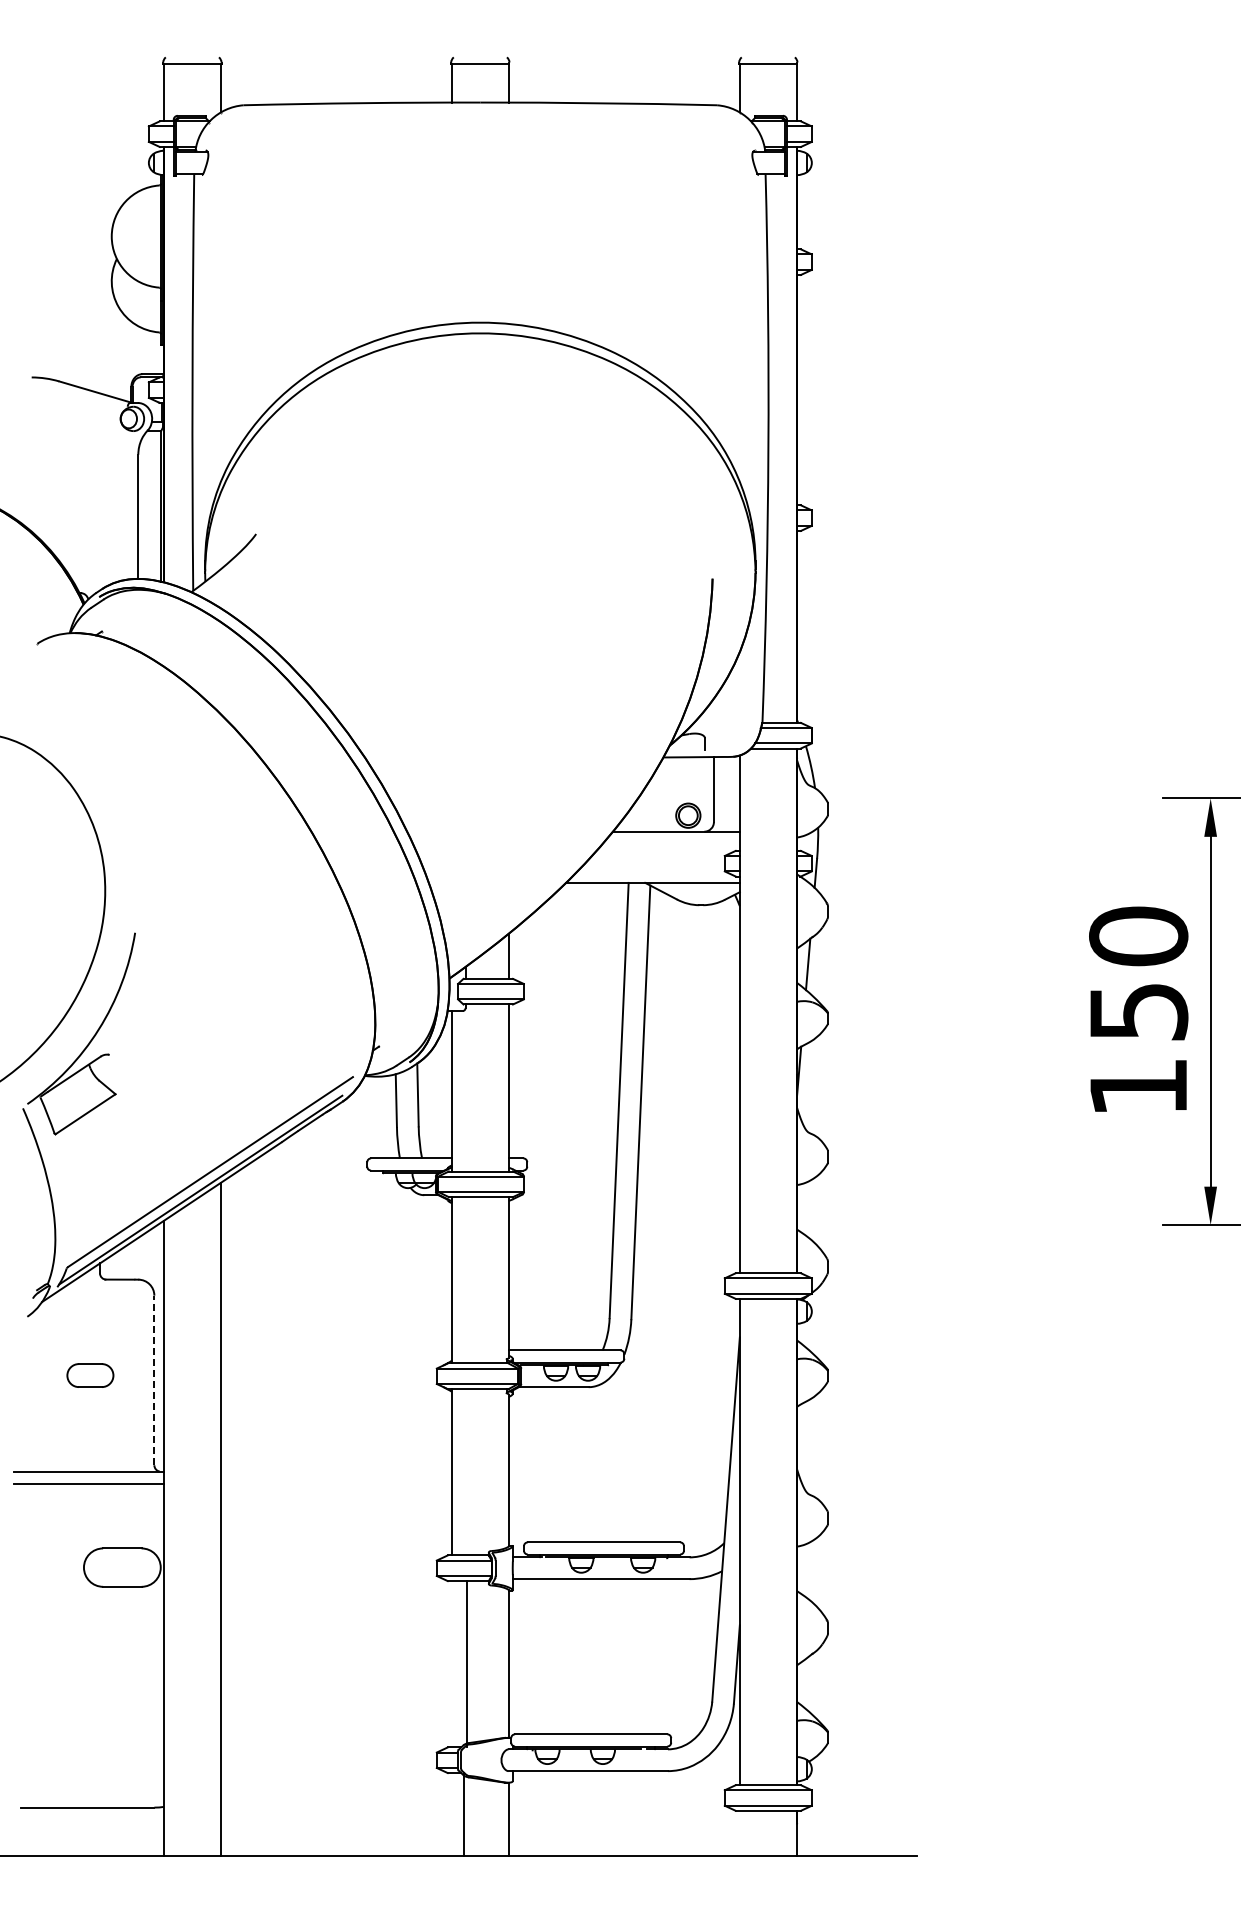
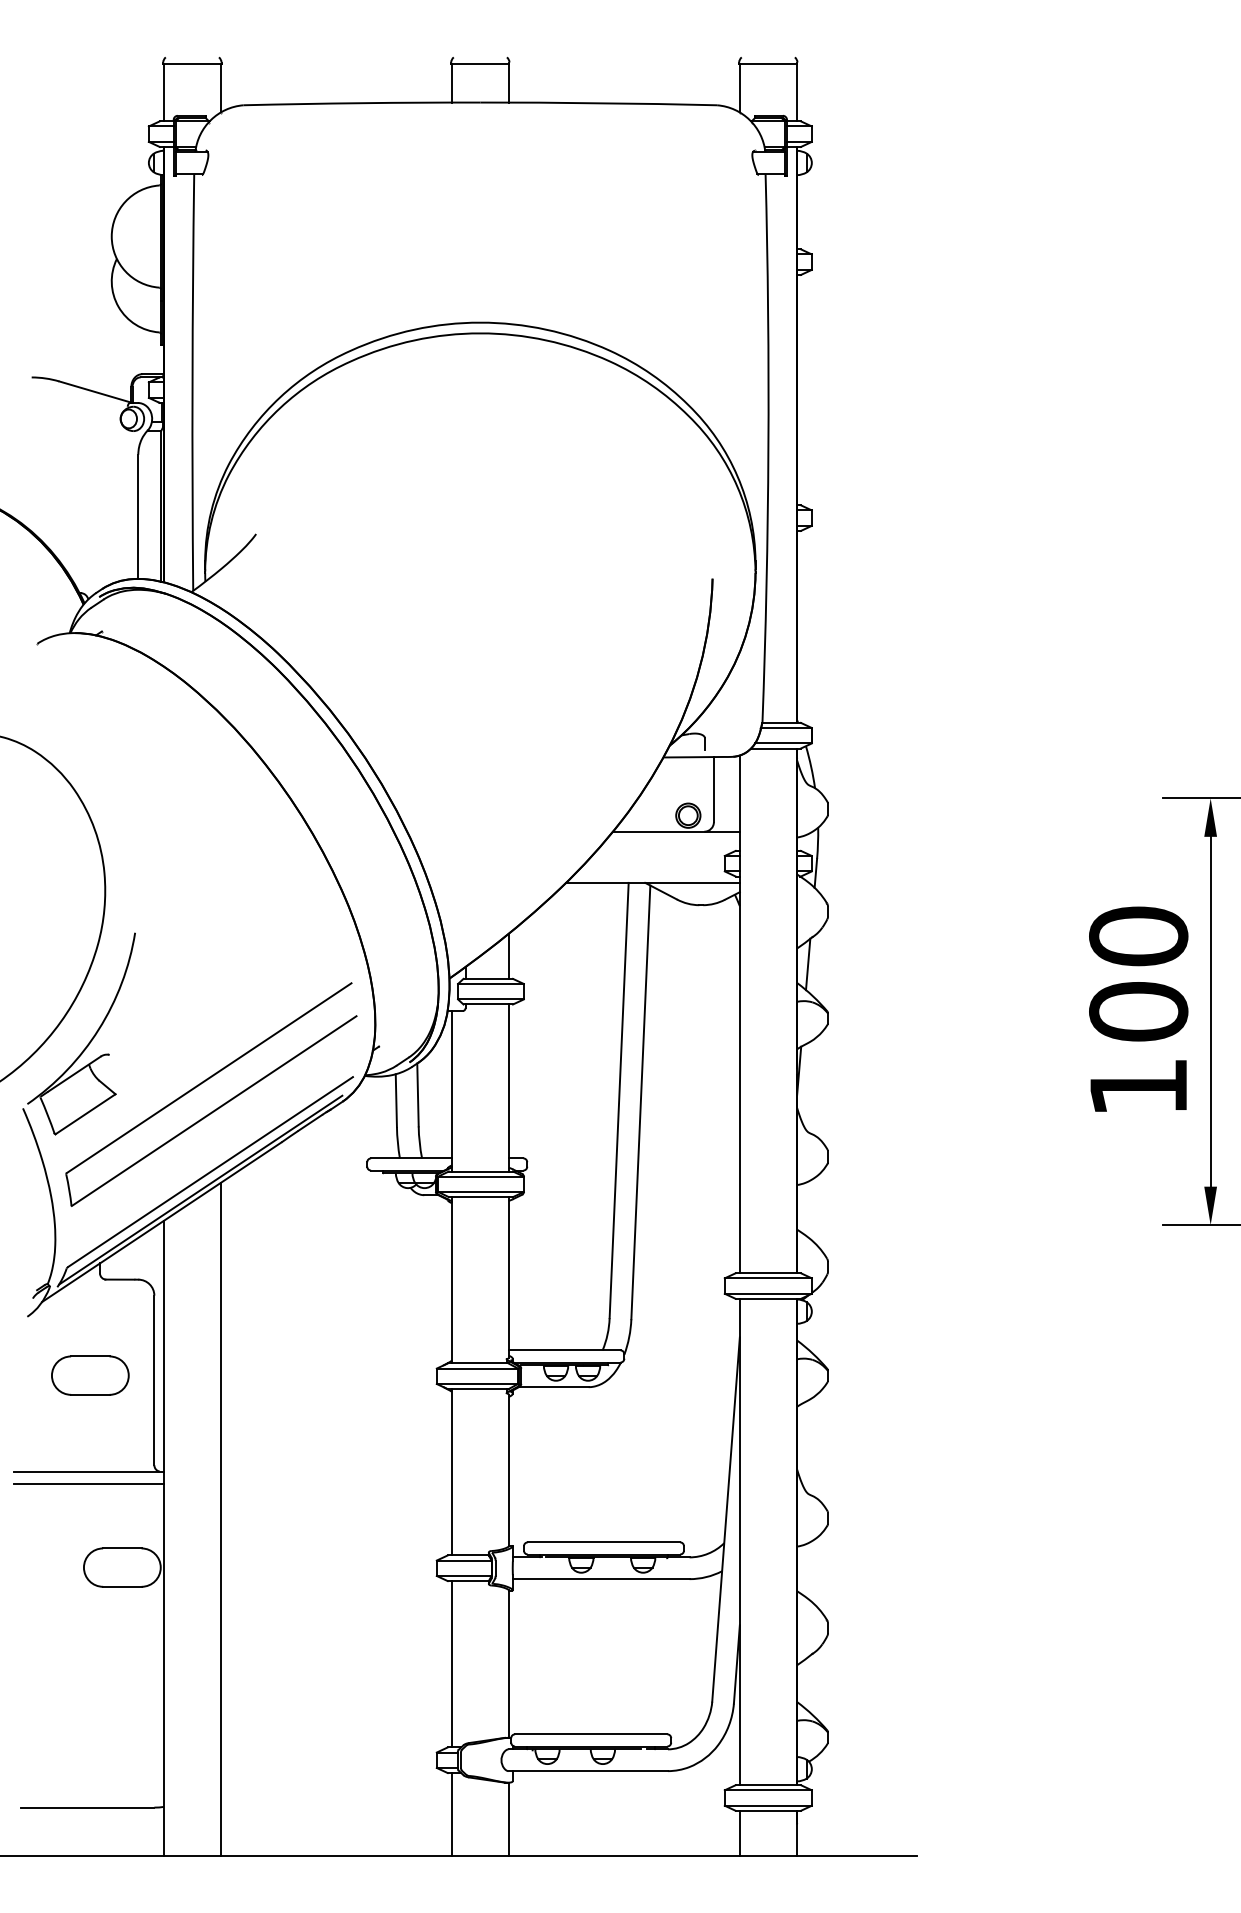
text at (1138, 1011): 150 -> 100
part at (203, 1083): none -> present
part at (90, 1375) size: 49x25 px -> 79x41 px
line at (154, 1380): dashed -> solid
line at (466, 1664) position: (466, 1664) -> (451, 1664)
line at (463, 1814) position: (463, 1814) -> (451, 1814)
line at (739, 1832): none -> present
